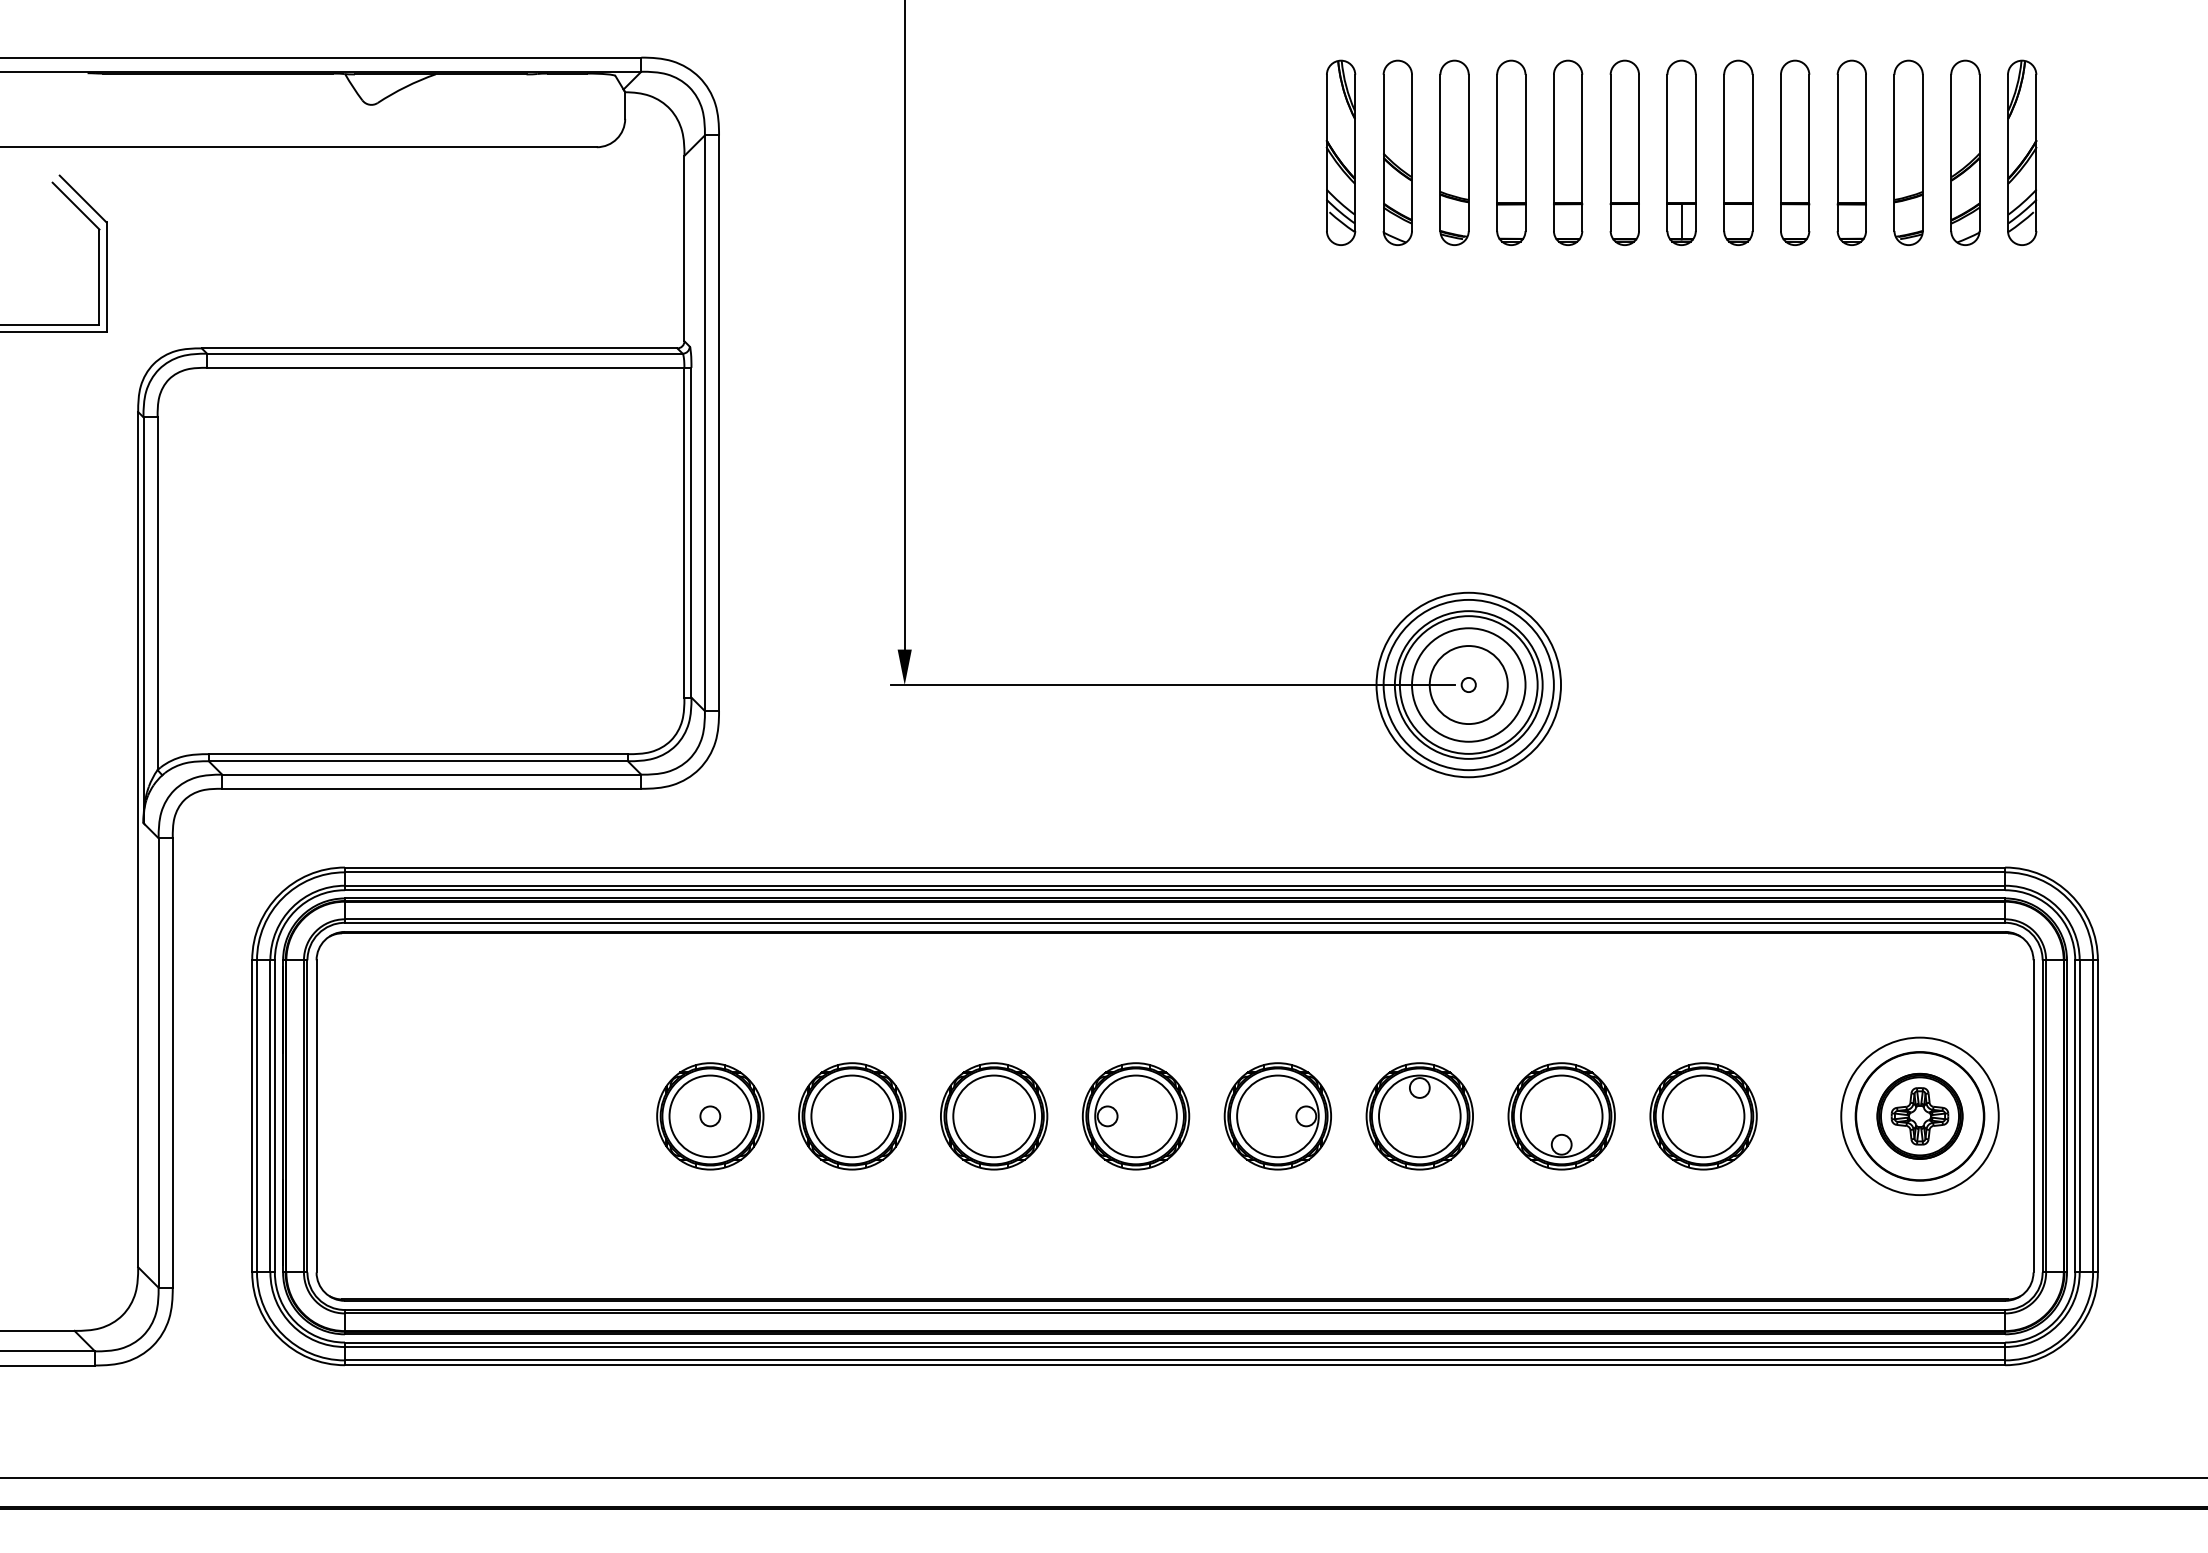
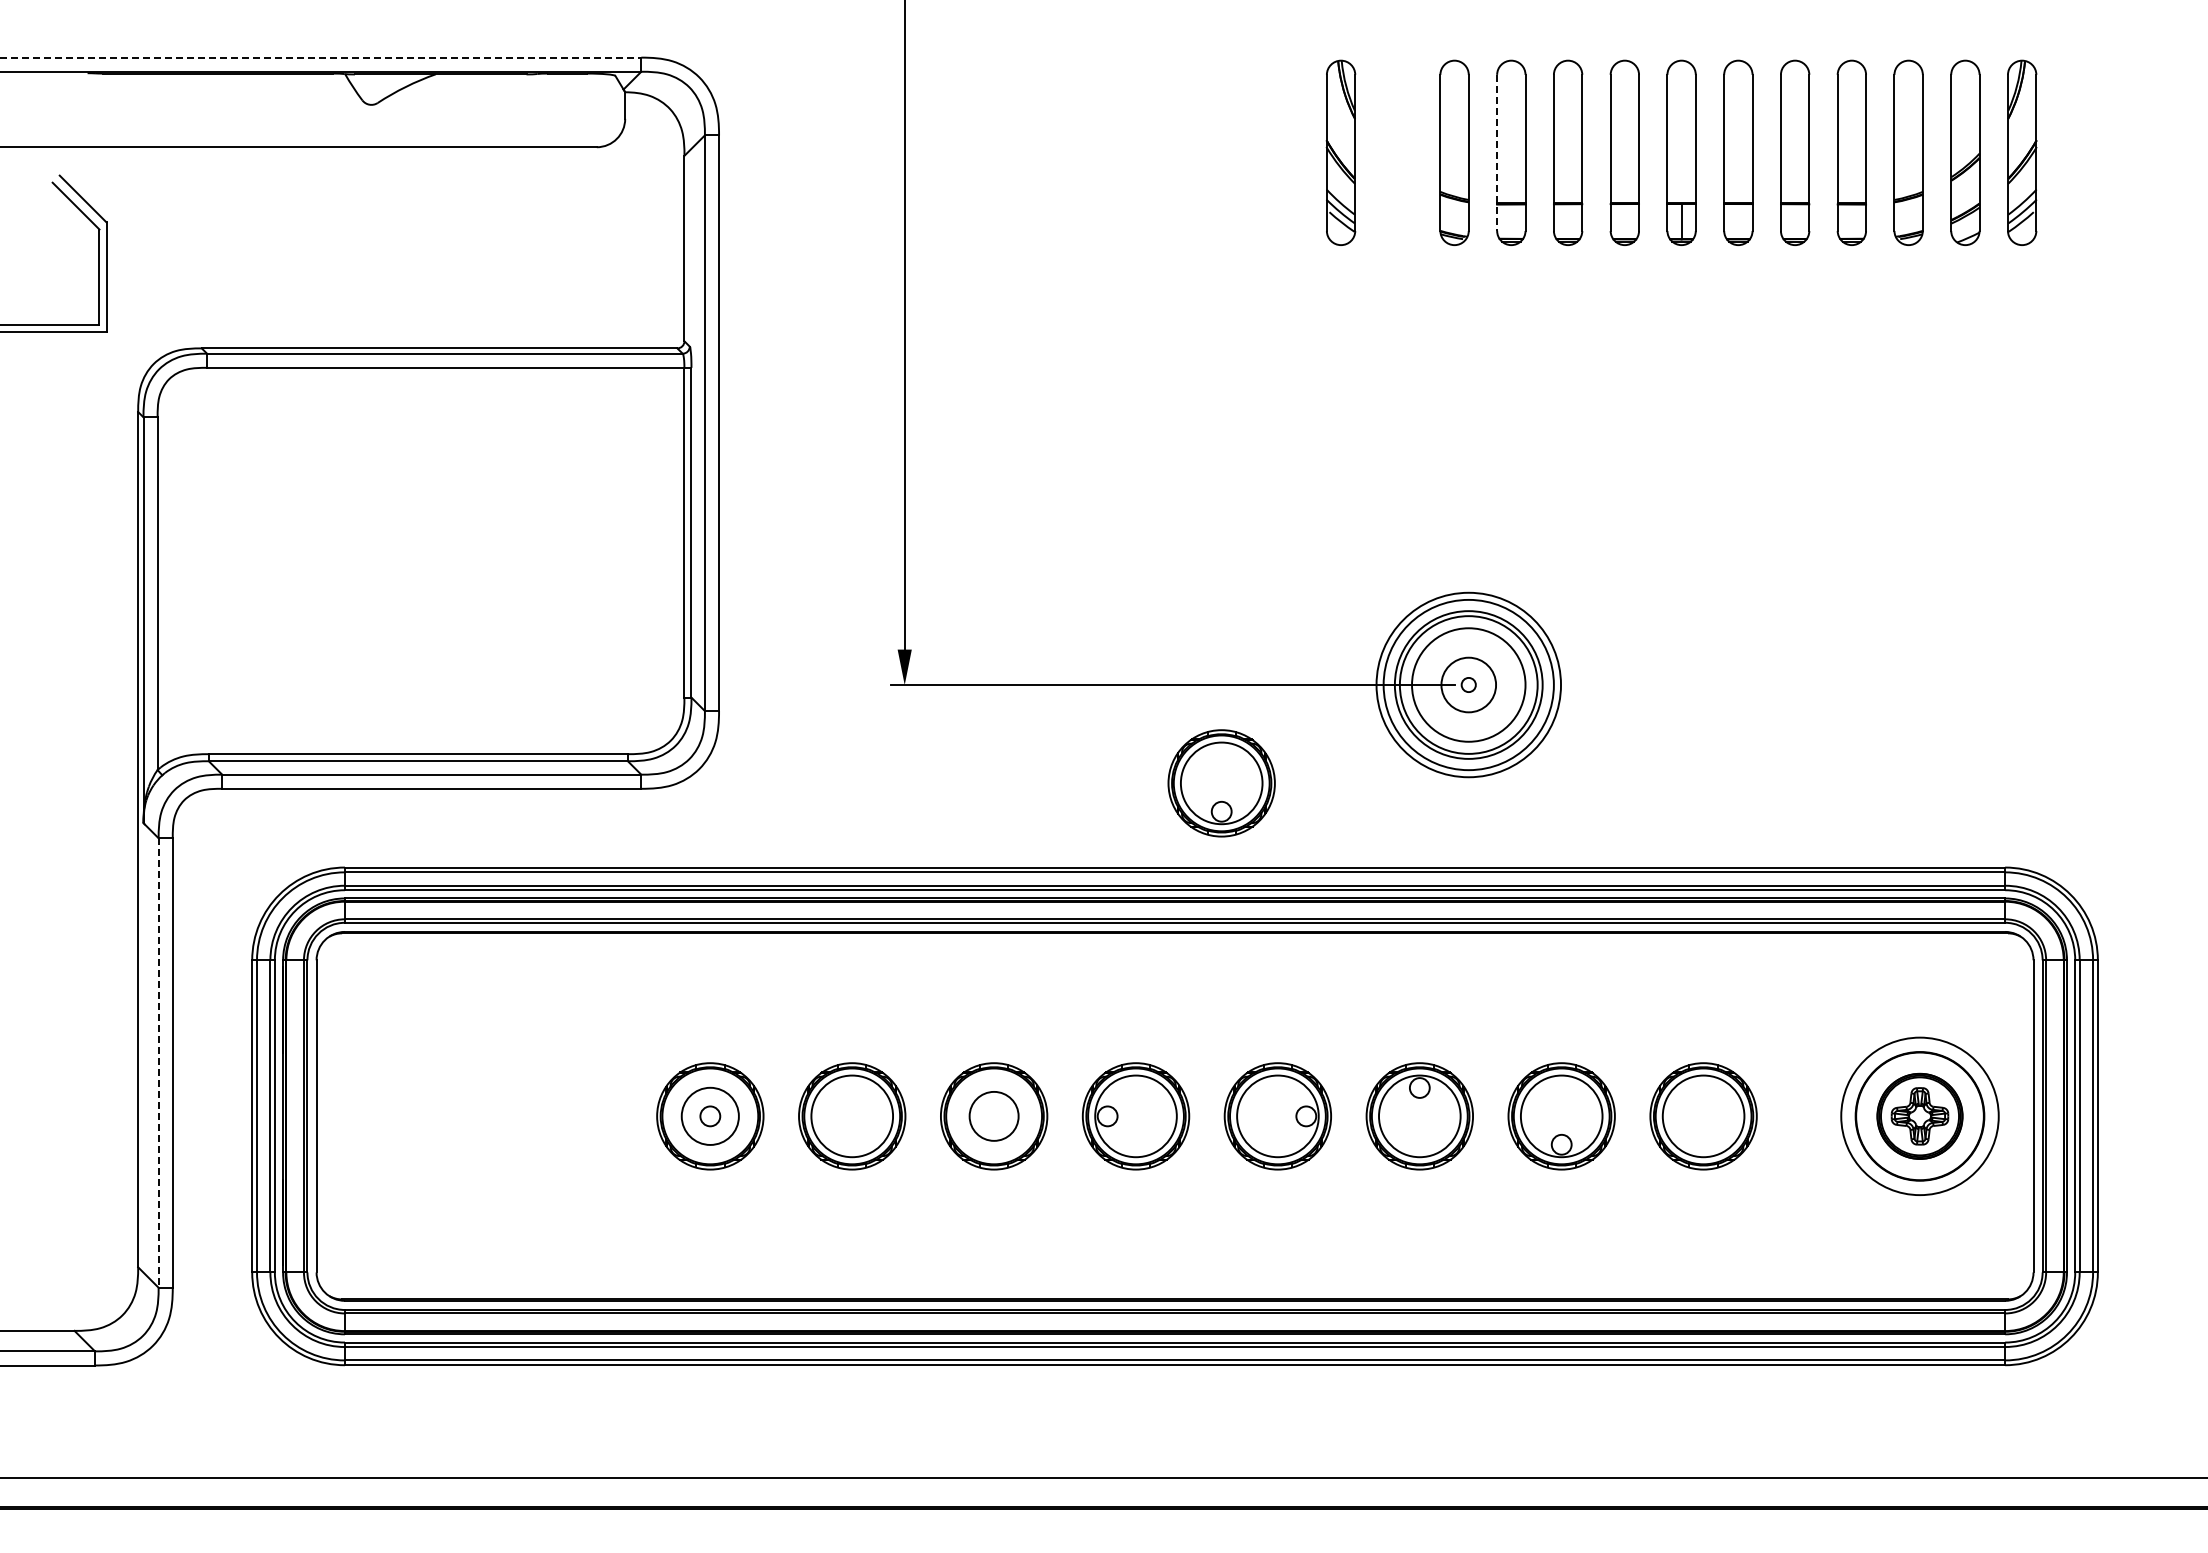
line at (321, 57): solid -> dashed
part at (1397, 152): present -> none
line at (1497, 153): solid -> dashed
circle at (1468, 685) diameter: 78 px -> 55 px
part at (1221, 783): none -> present
line at (158, 1063): solid -> dashed
circle at (710, 1116) diameter: 82 px -> 57 px
circle at (993, 1116) diameter: 82 px -> 49 px
